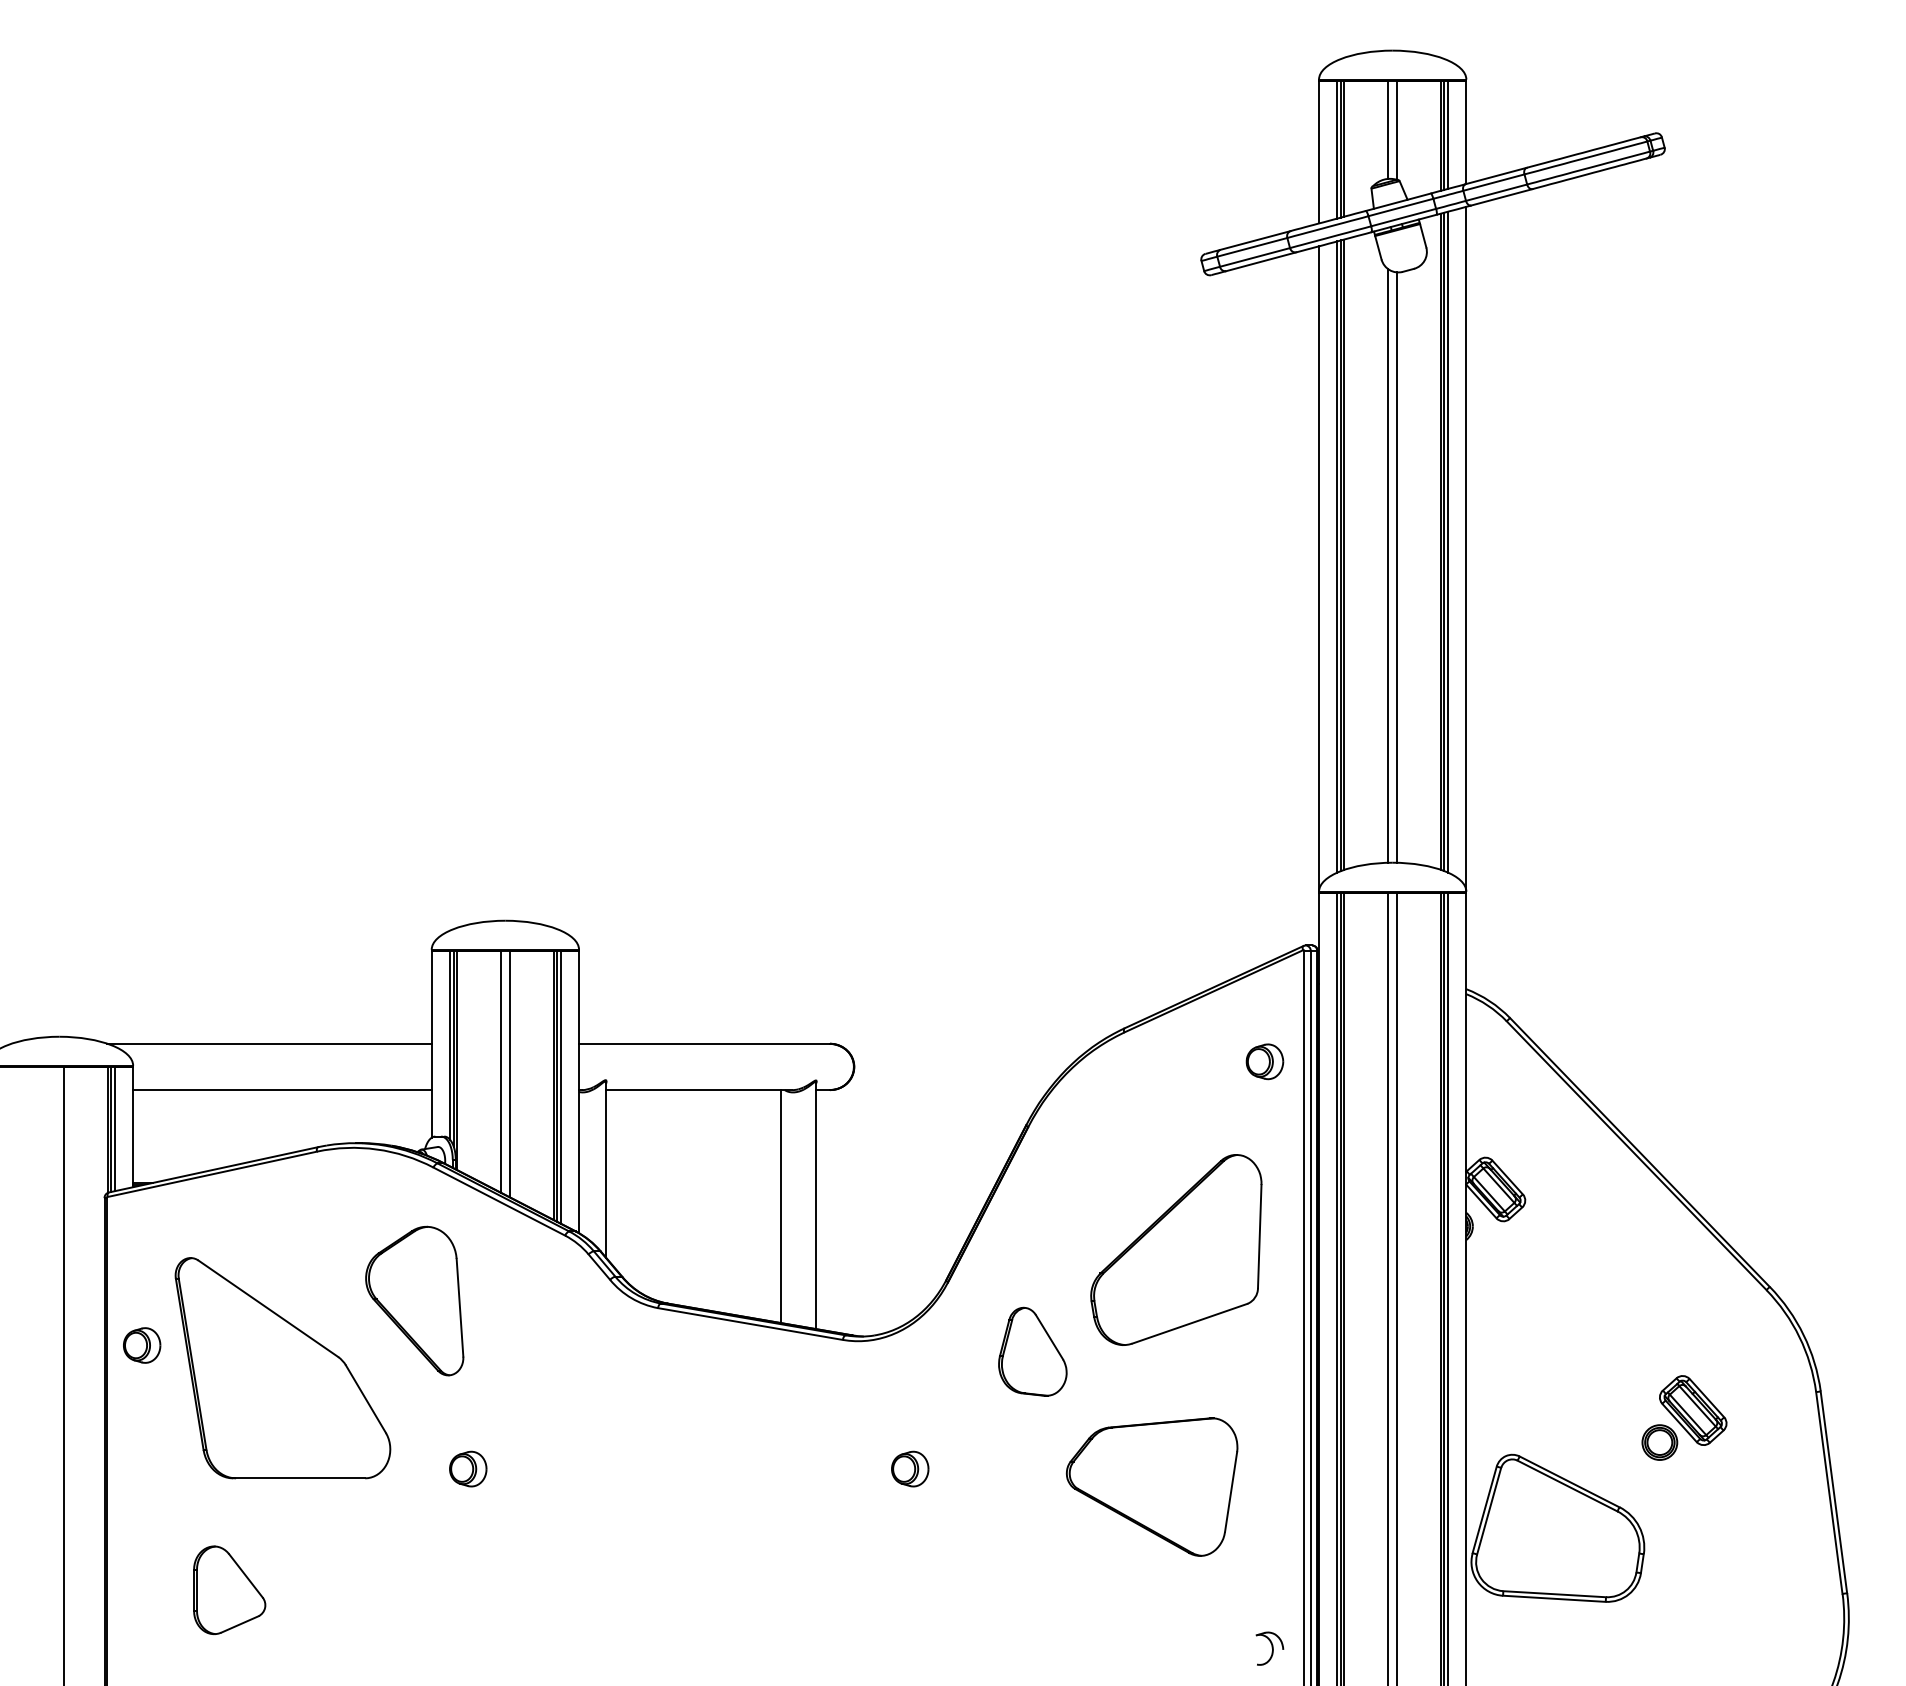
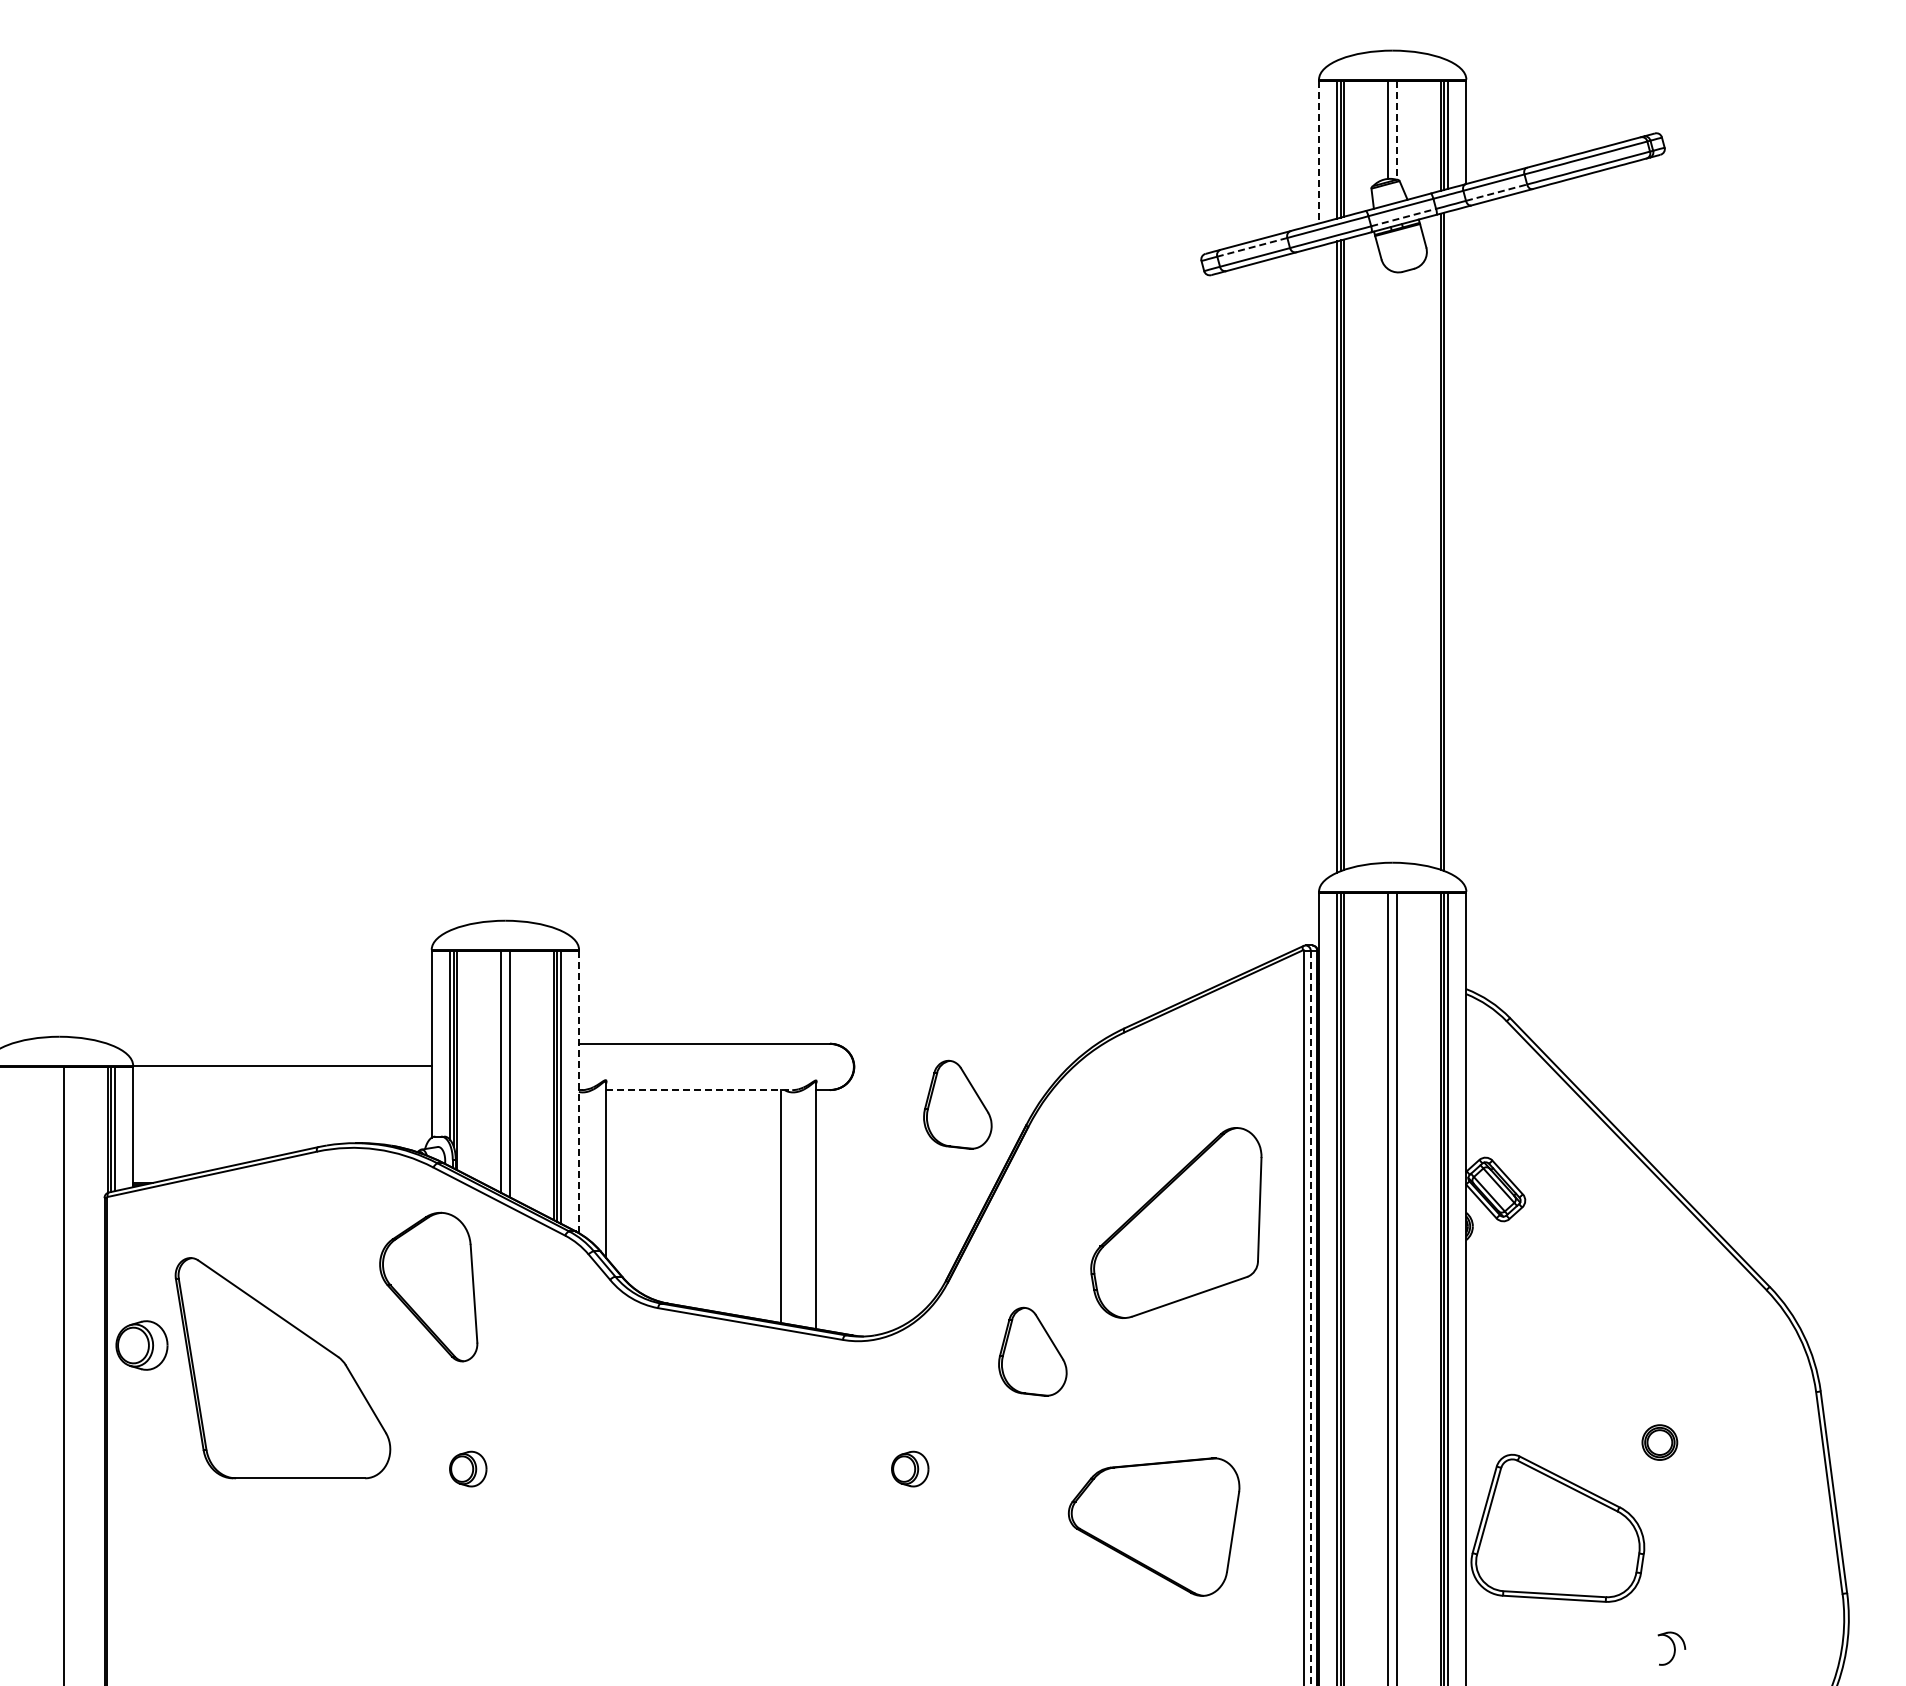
line at (1397, 130): solid -> dashed
line at (1319, 152): solid -> dashed
line at (1496, 192): solid -> dashed
line at (1403, 217): solid -> dashed
line at (1251, 247): solid -> dashed
line at (1448, 541): present -> none
line at (1466, 547): present -> none
line at (1388, 565): present -> none
line at (1319, 567): present -> none
line at (1397, 567): present -> none
line at (269, 1043): present -> none
part at (1264, 1061): present -> none
line at (282, 1090) position: (282, 1090) -> (282, 1066)
line at (699, 1090): solid -> dashed
line at (578, 1092): solid -> dashed
part at (957, 1104): none -> present
part at (1176, 1249) position: (1176, 1249) -> (1176, 1222)
part at (414, 1300) position: (414, 1300) -> (428, 1286)
line at (1310, 1318): solid -> dashed
part at (142, 1345) size: 39x37 px -> 54x51 px
part at (1693, 1410): present -> none
part at (1151, 1486) position: (1151, 1486) -> (1153, 1526)
part at (229, 1589): present -> none
part at (1269, 1648) position: (1269, 1648) -> (1671, 1648)
